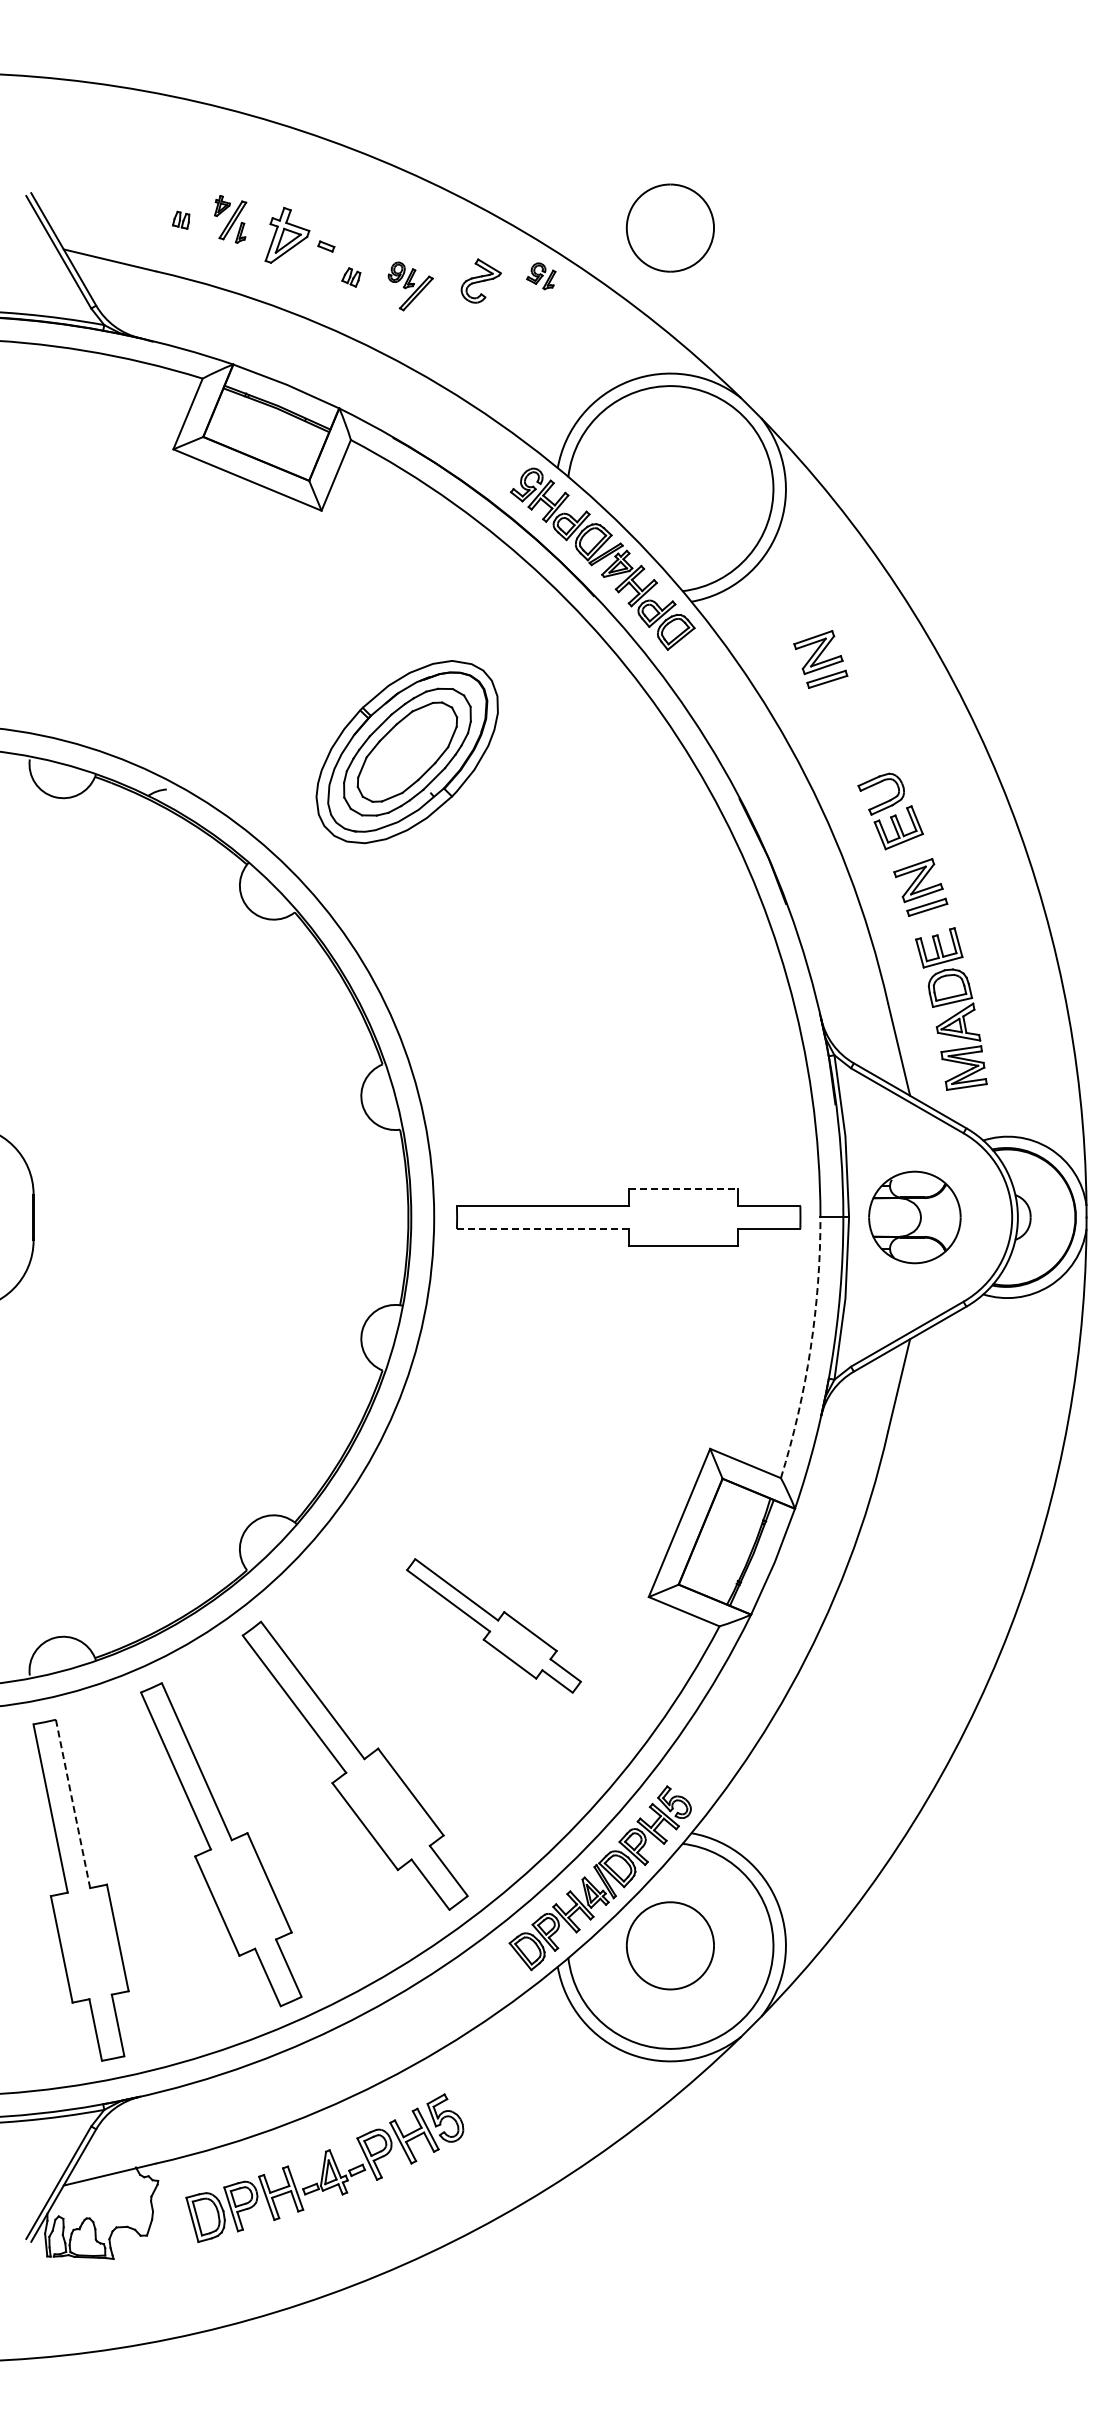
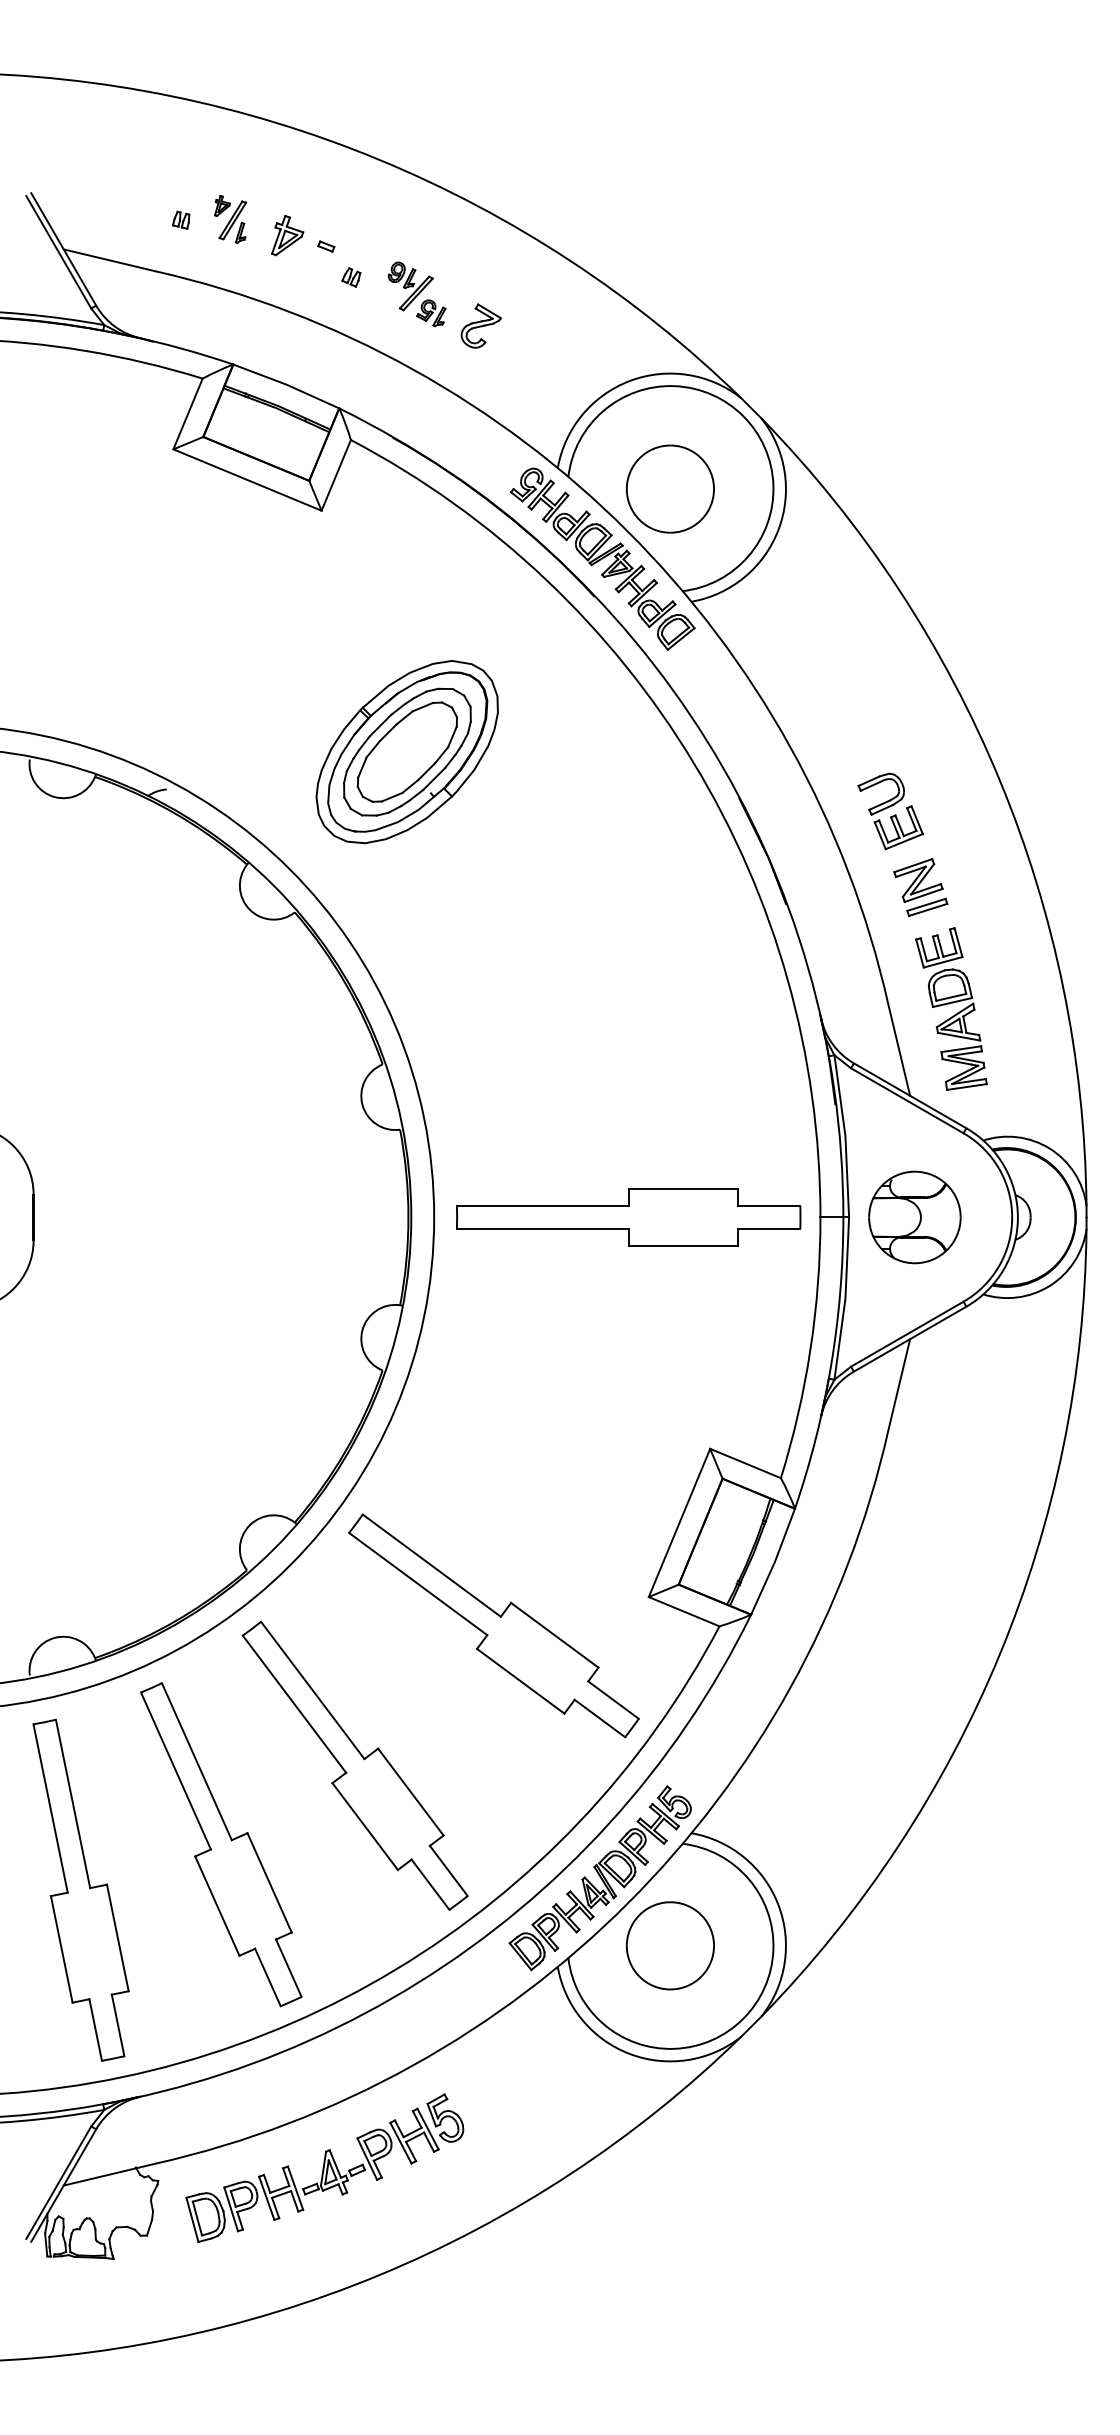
part at (669, 227) position: (669, 227) -> (669, 488)
part at (287, 234) size: 47x58 px -> 34x42 px
part at (541, 276) position: (541, 276) -> (431, 313)
part at (480, 280) position: (480, 280) -> (480, 325)
part at (820, 659): present -> none
line at (683, 1188): dashed -> solid
line at (542, 1228): dashed -> solid
arc at (810, 1349): dashed -> solid
part at (493, 1625) size: 176x136 px -> 292x226 px
line at (73, 1803): dashed -> solid
